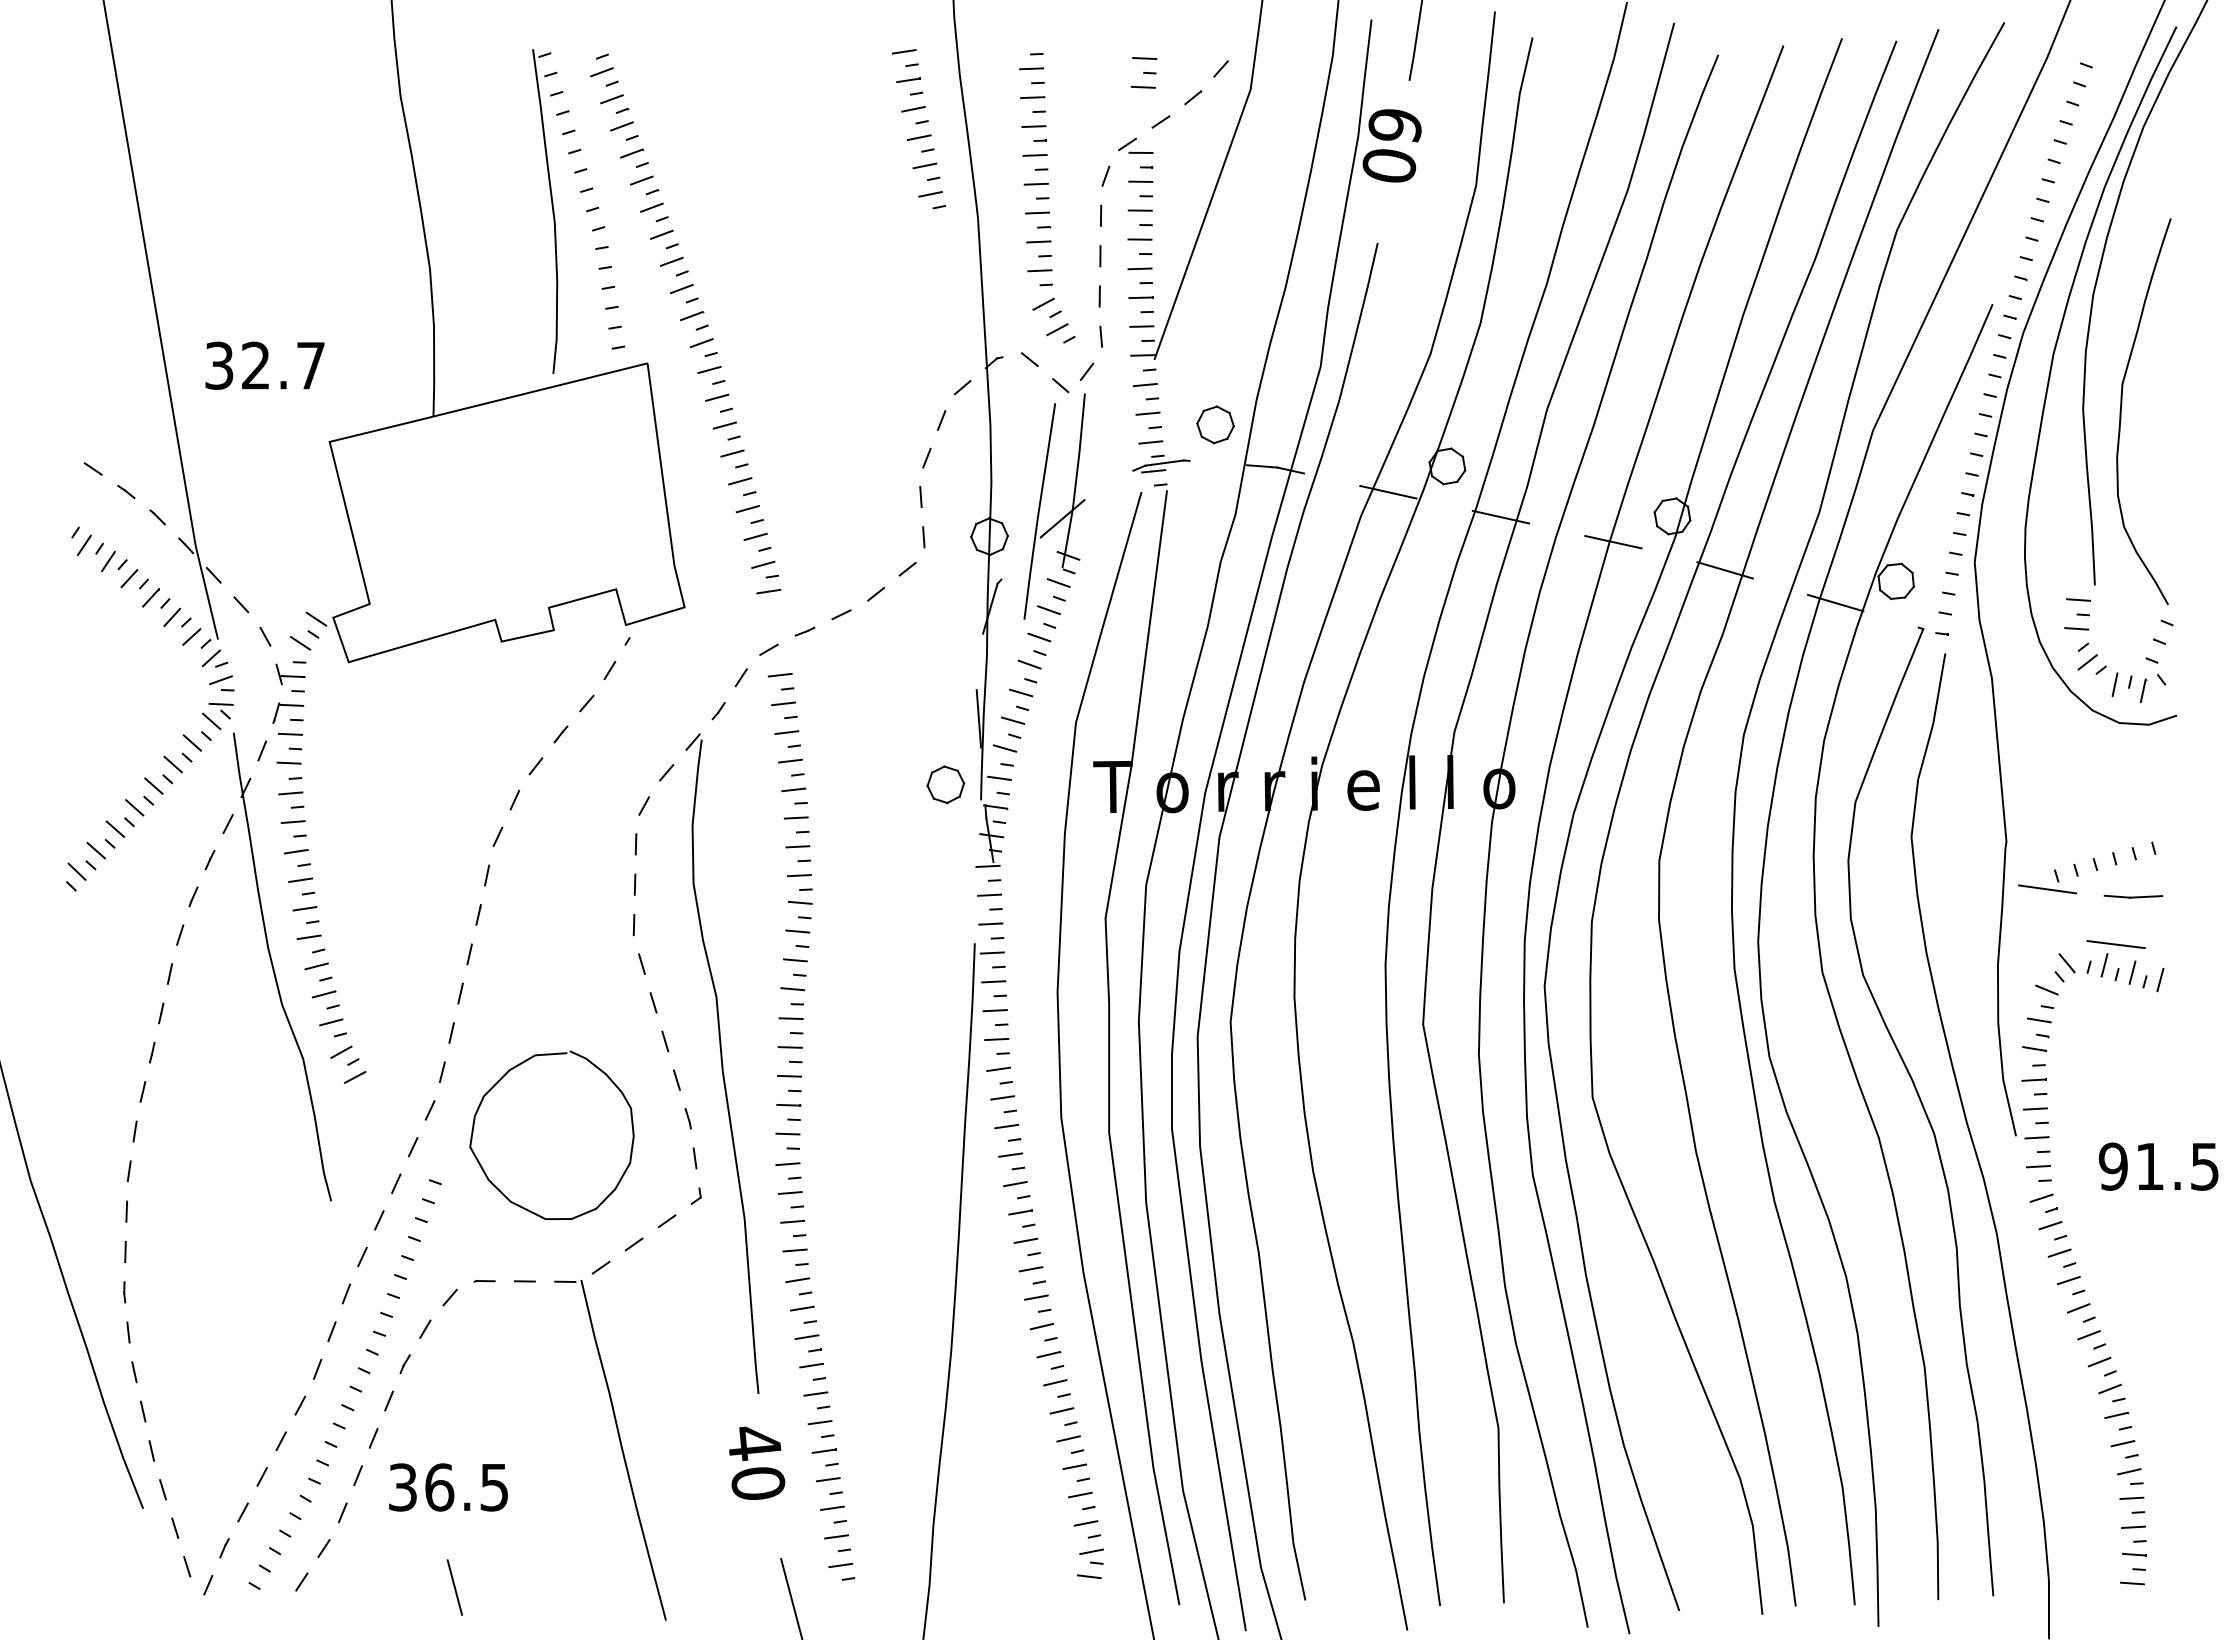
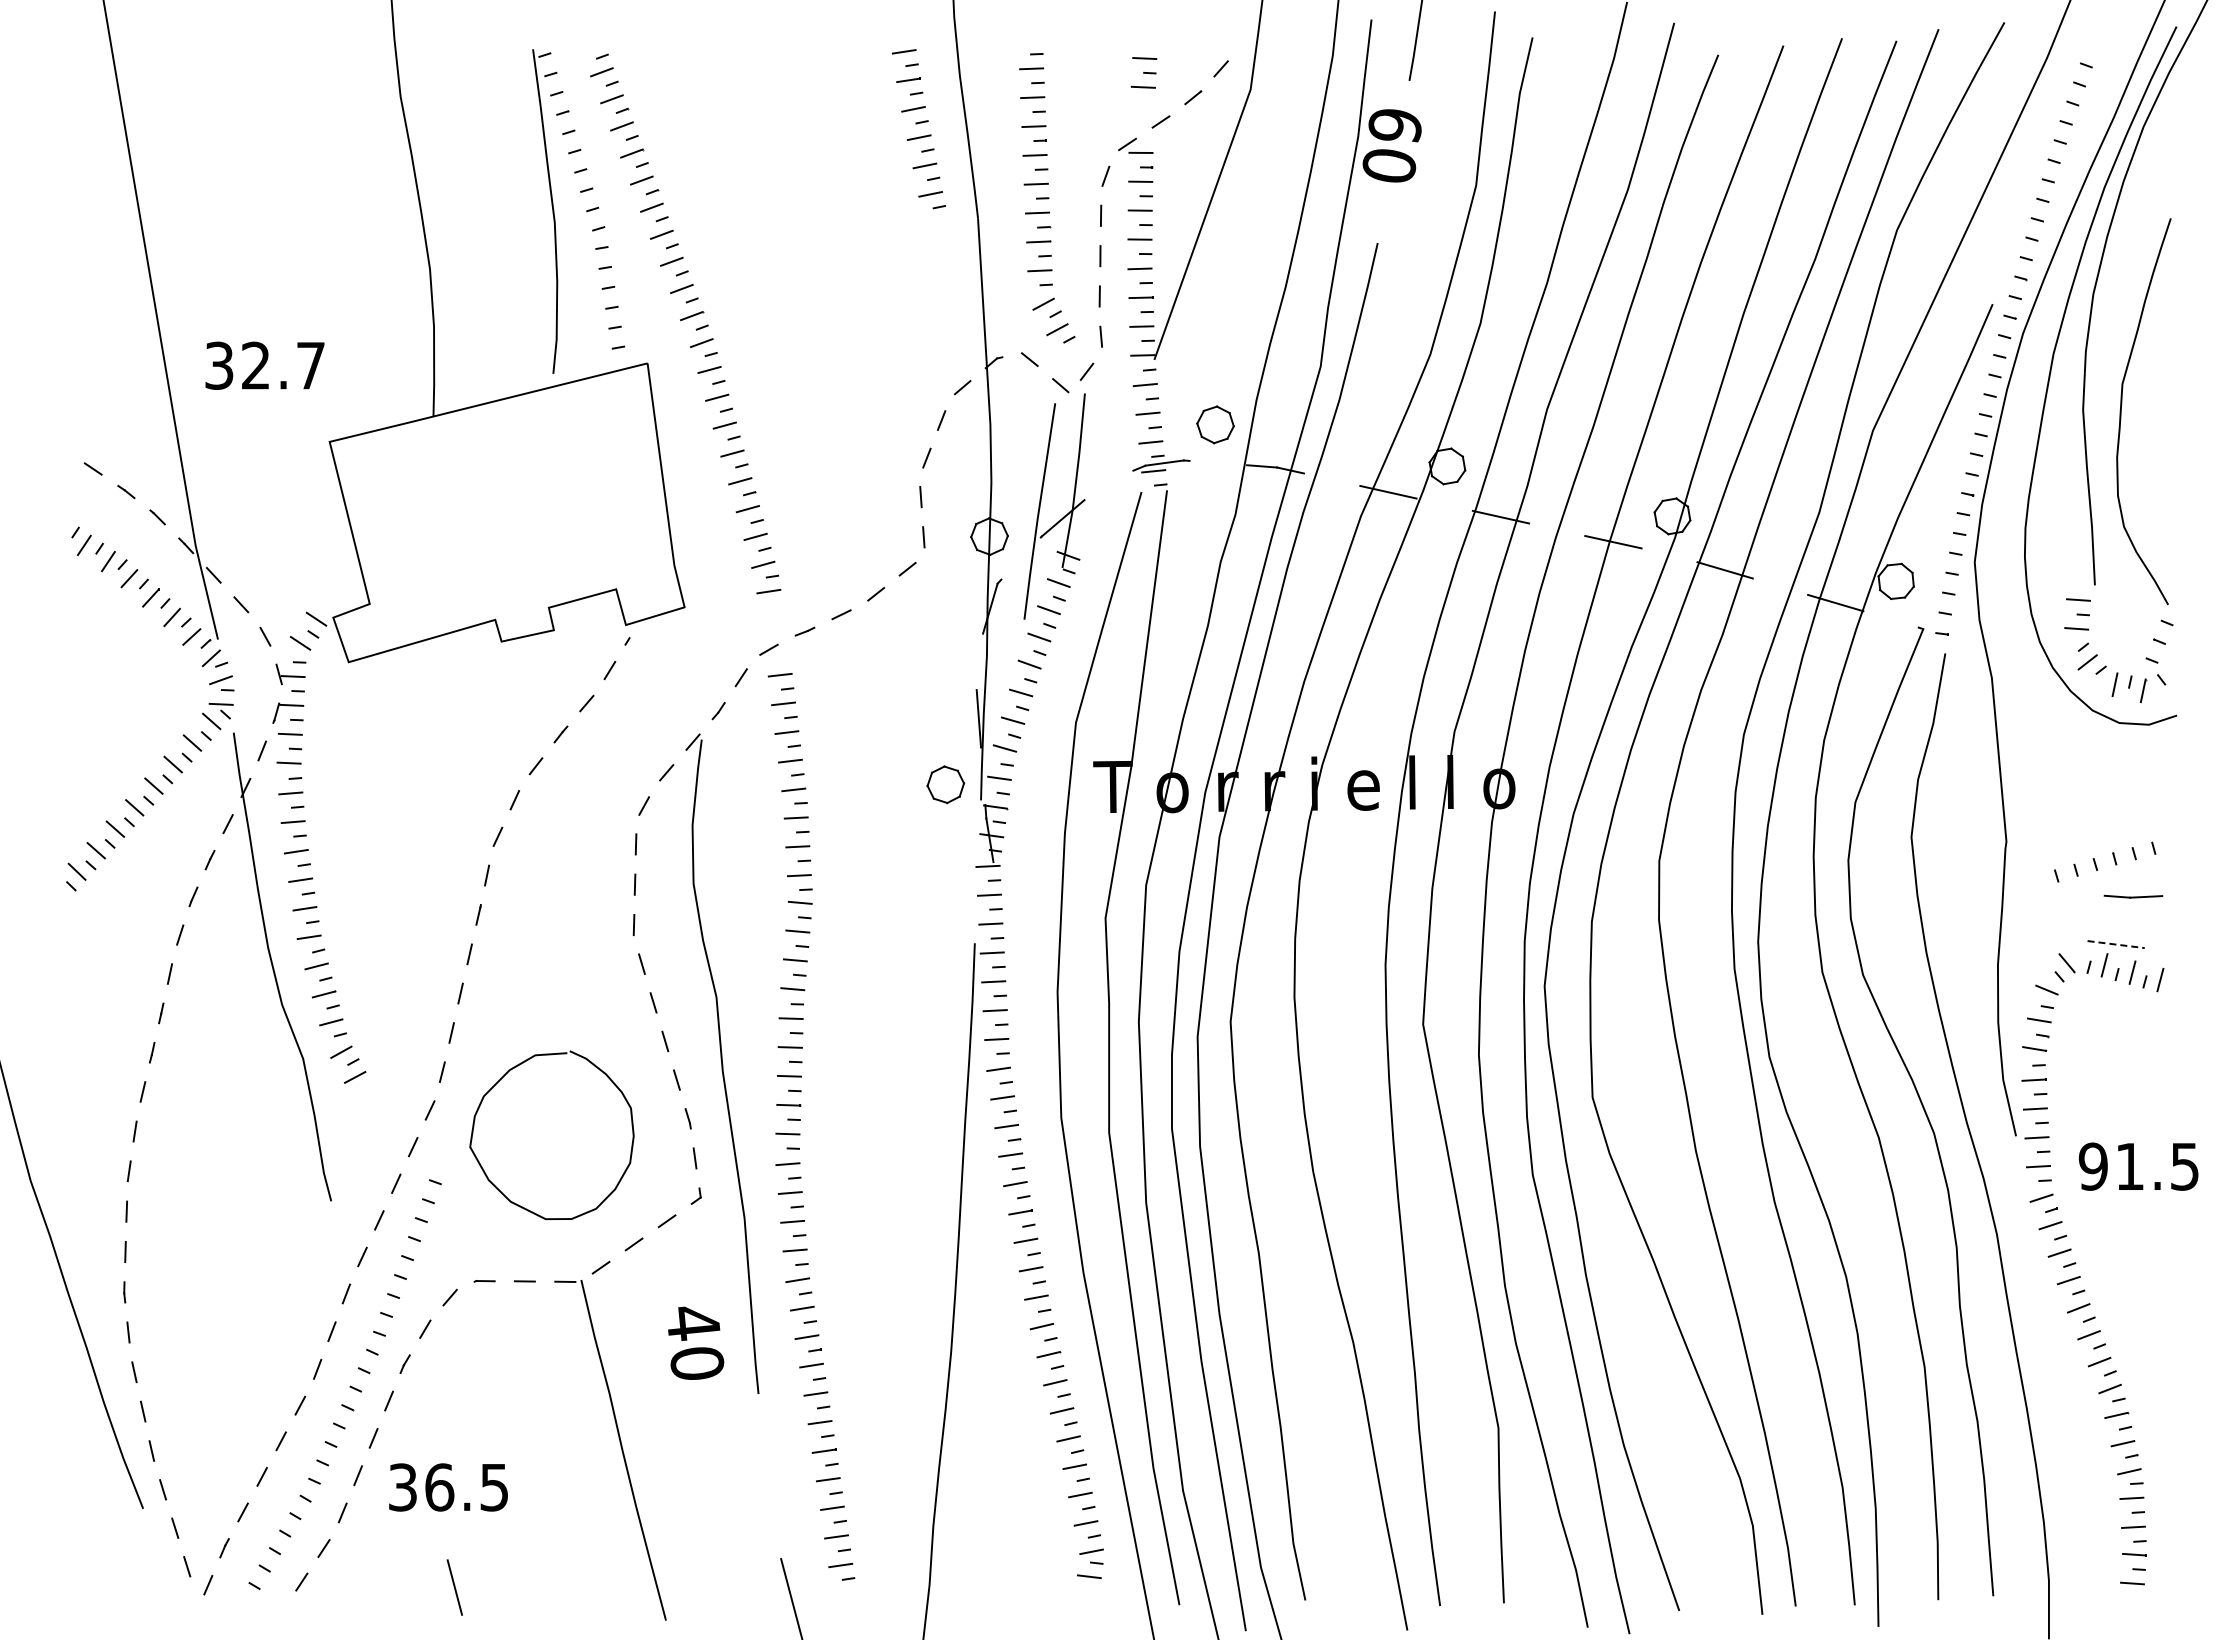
line at (2047, 889): present -> none
line at (2116, 944): solid -> dashed
text at (2158, 1166) position: (2158, 1166) -> (2138, 1166)
text at (757, 1462) position: (757, 1462) -> (696, 1342)
